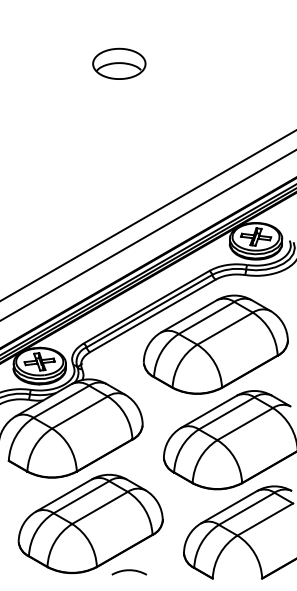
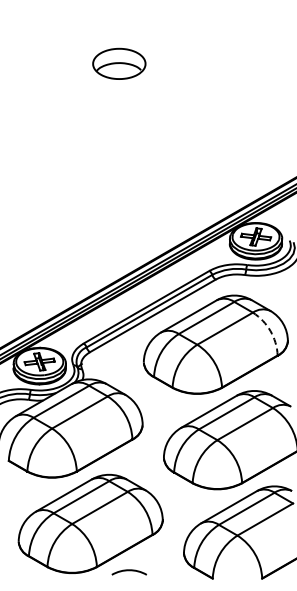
line at (147, 215): present -> none
line at (147, 235): present -> none
arc at (270, 331): solid -> dashed
